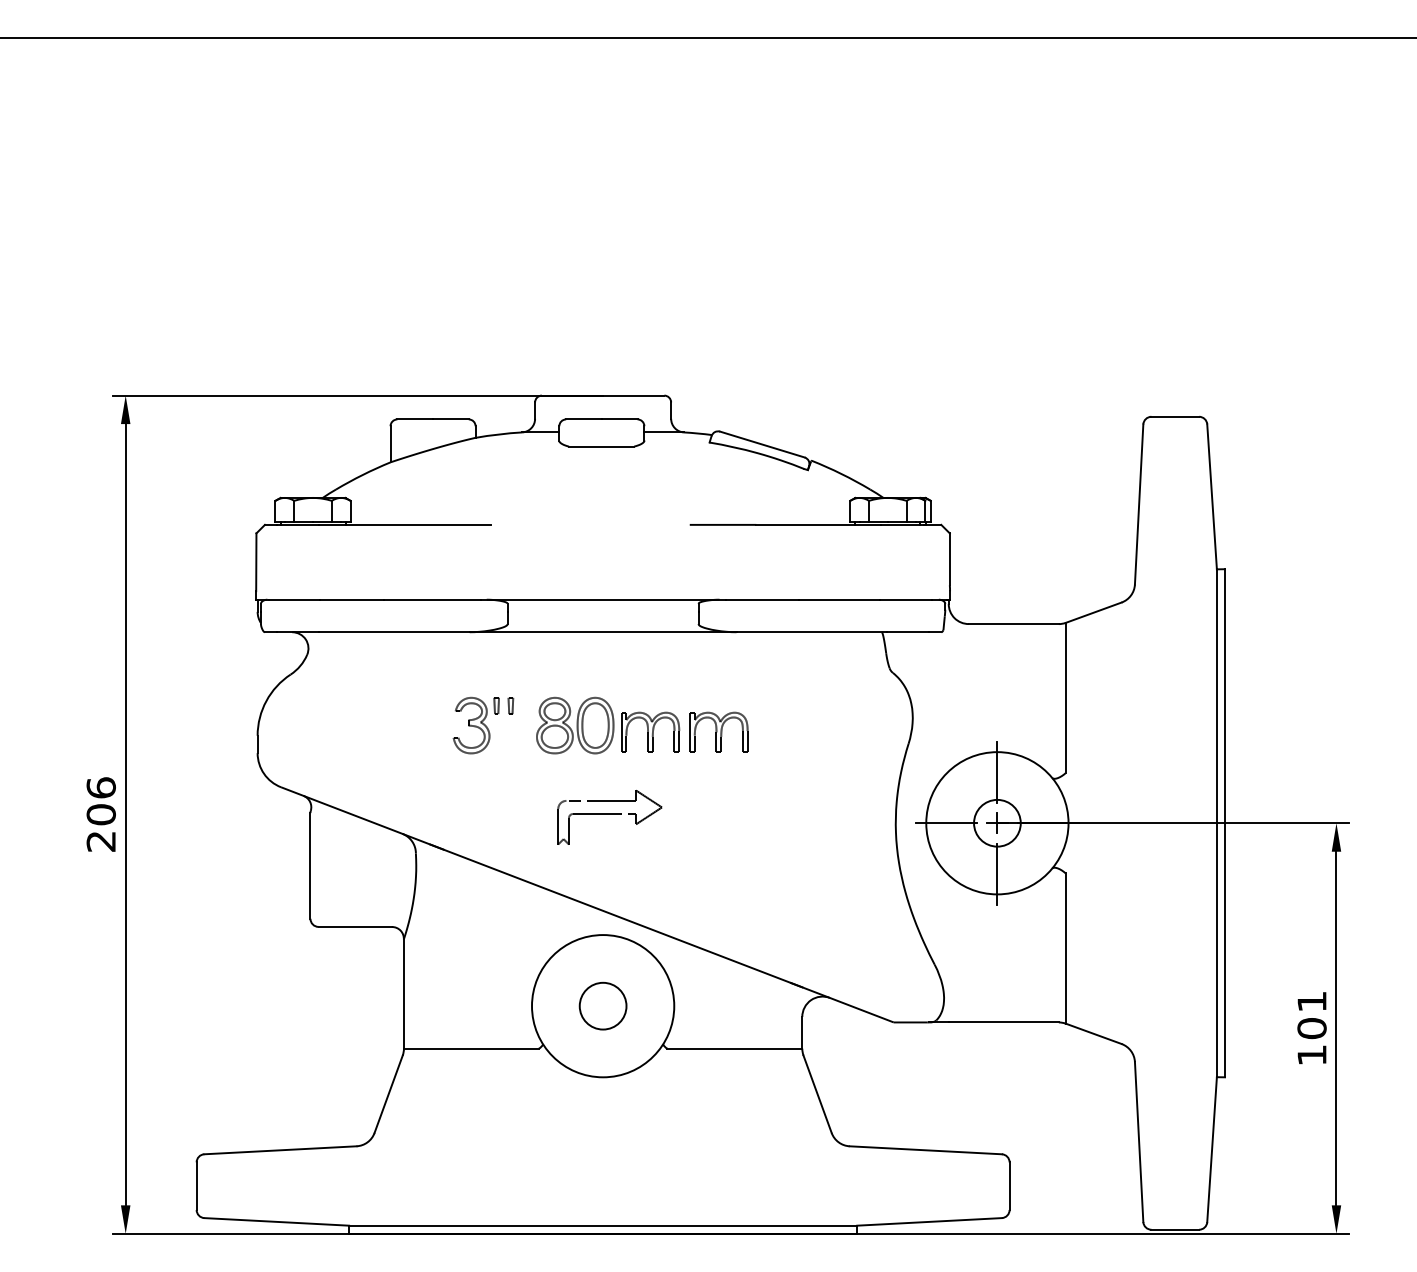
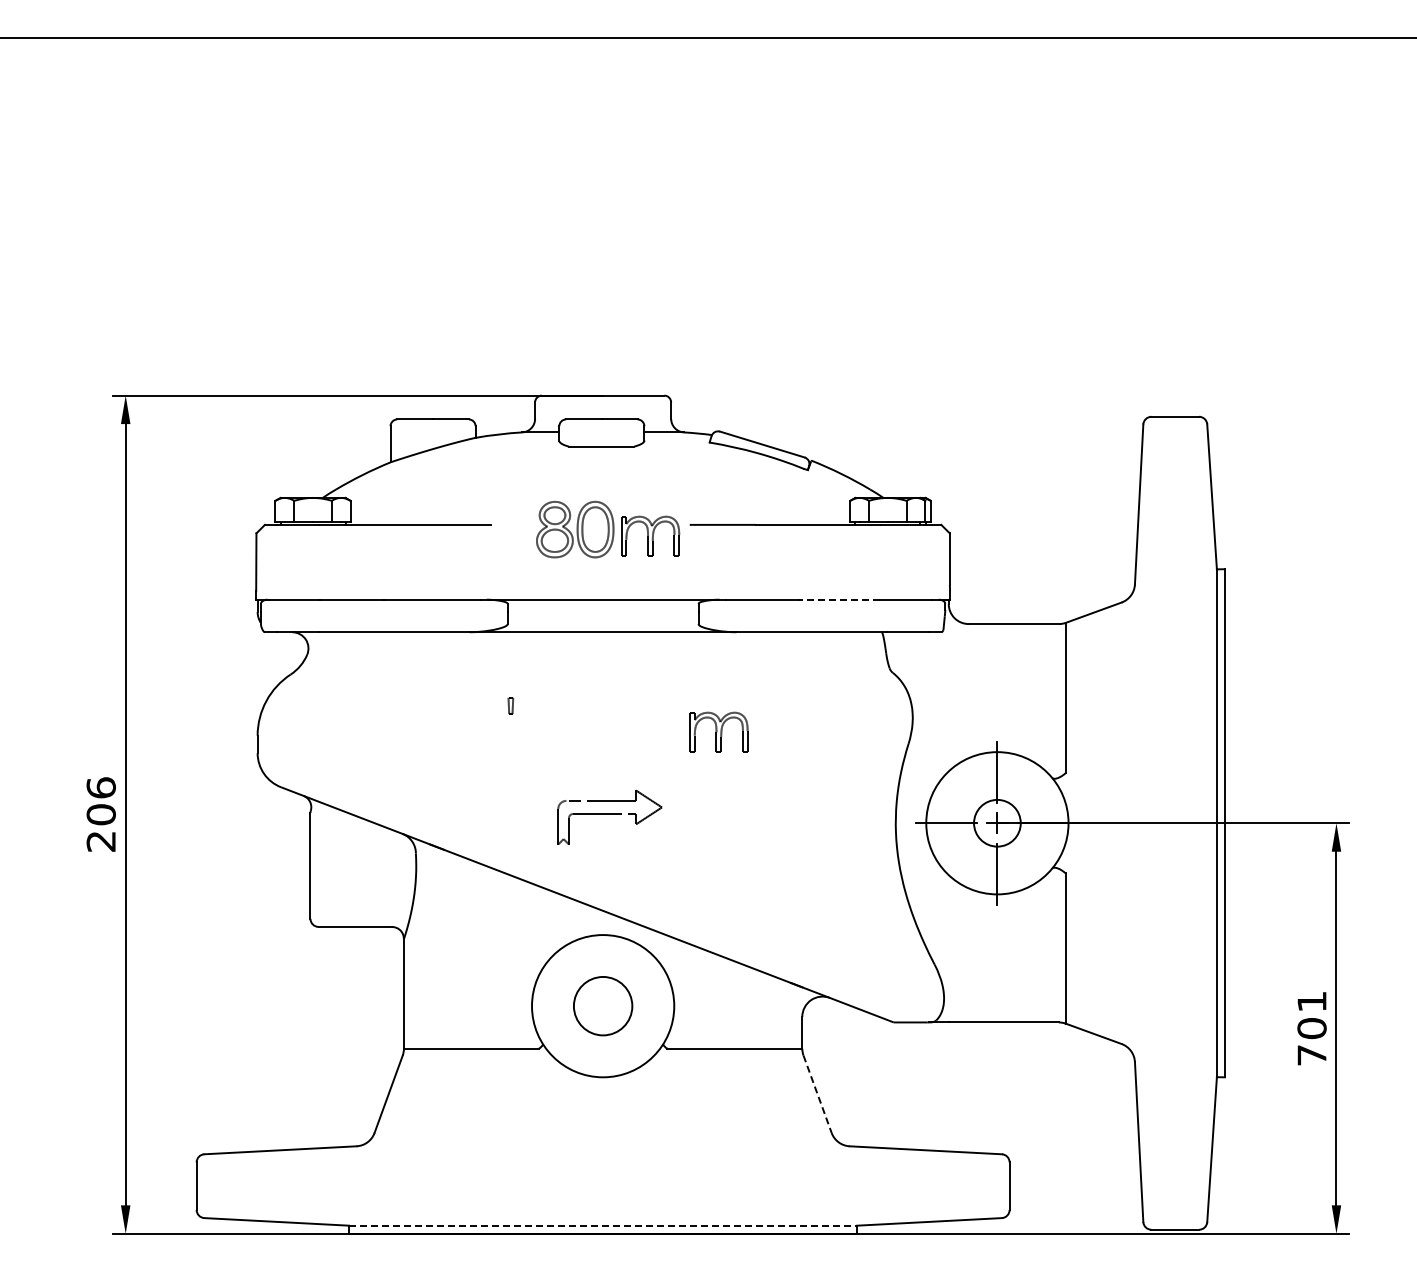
line at (839, 599): solid -> dashed
part at (475, 725): present -> none
part at (608, 725) position: (608, 725) -> (608, 529)
circle at (602, 1005) diameter: 47 px -> 58 px
text at (1311, 1055): 101 -> 701
line at (817, 1094): solid -> dashed
line at (603, 1225): solid -> dashed
